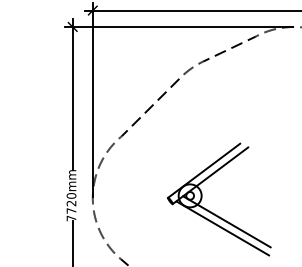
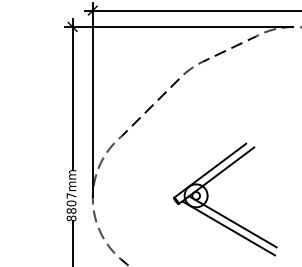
text at (71, 207): 7720mm -> 8807mm
part at (213, 212) position: (213, 212) -> (219, 212)
